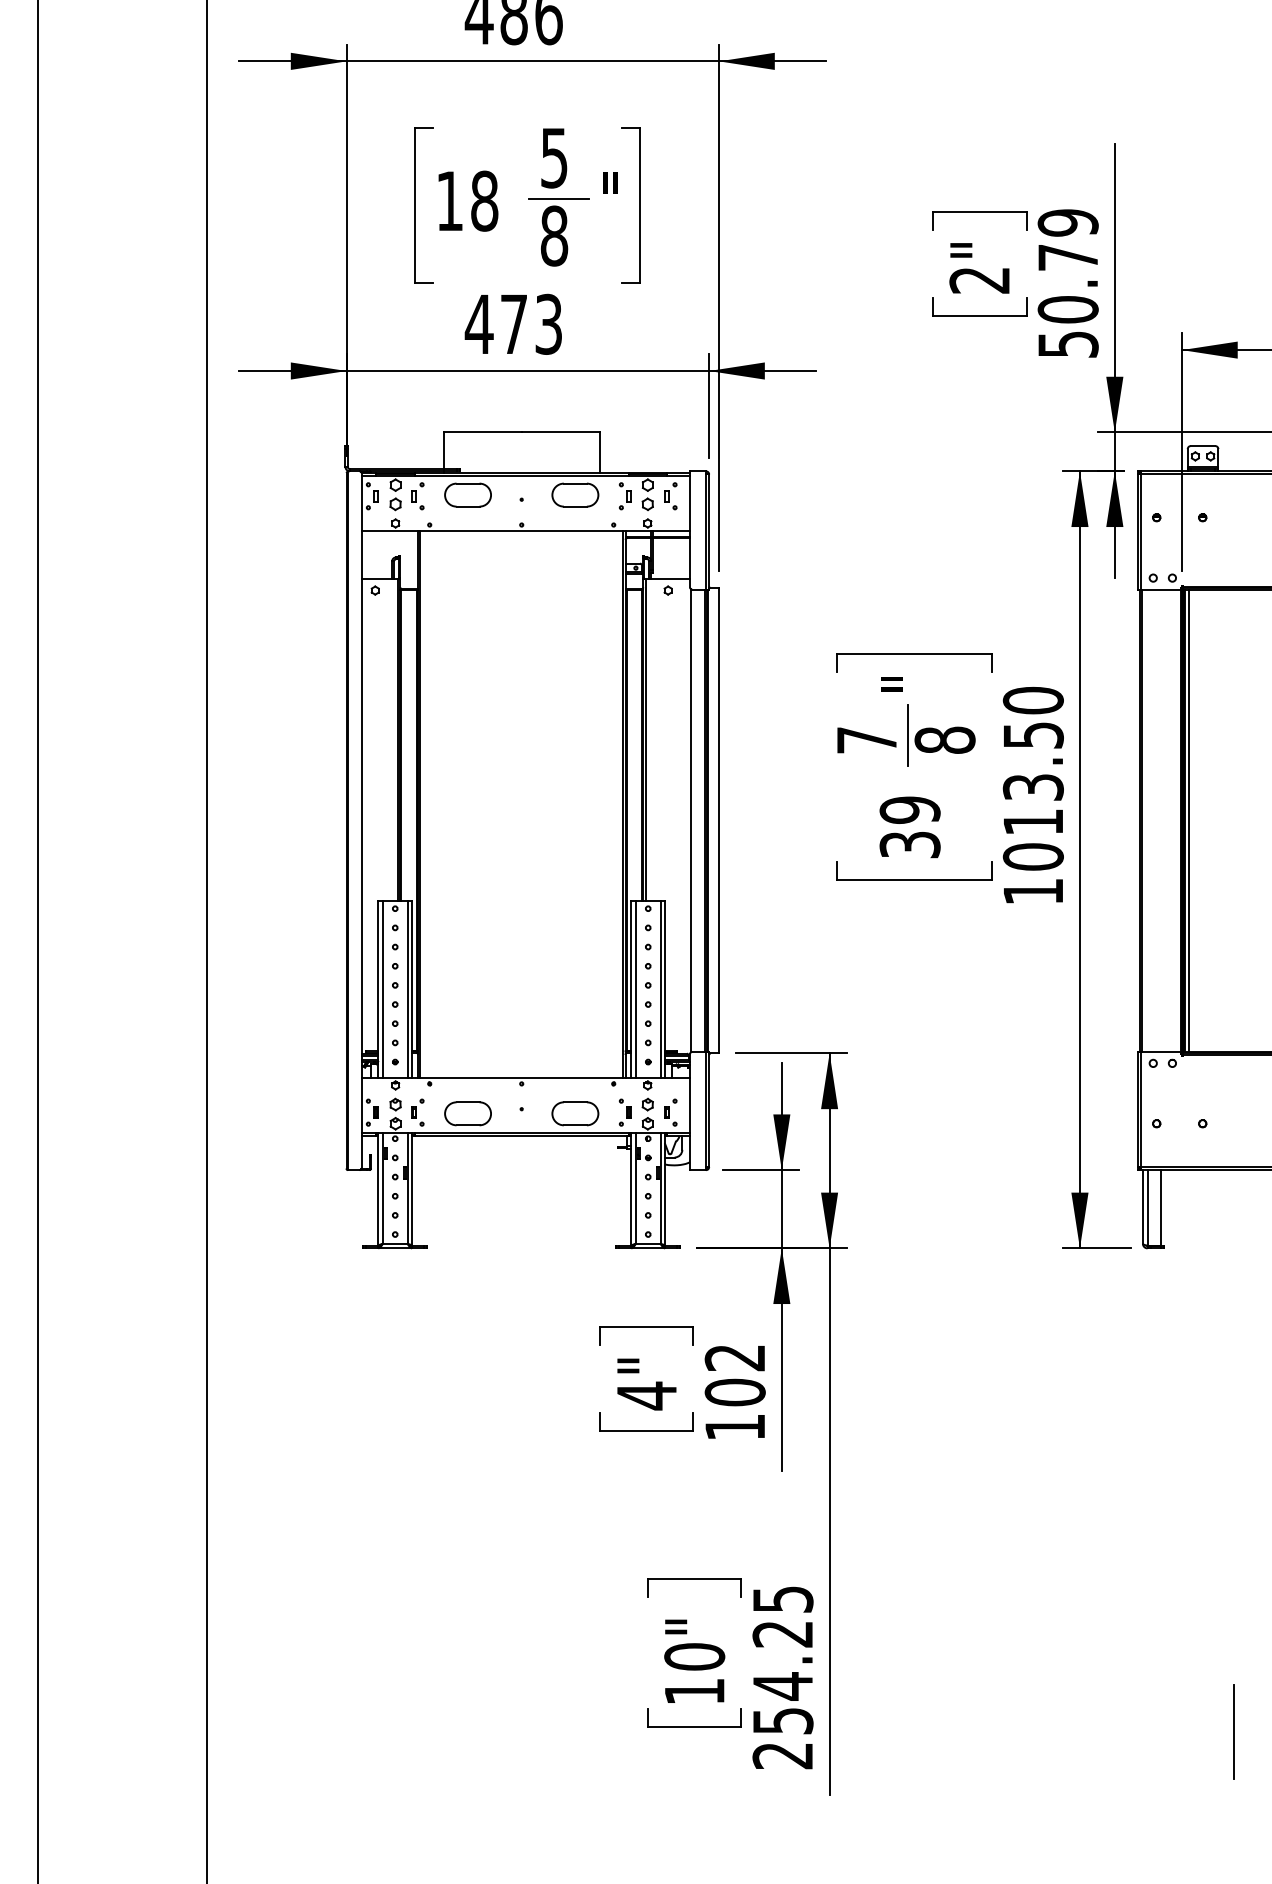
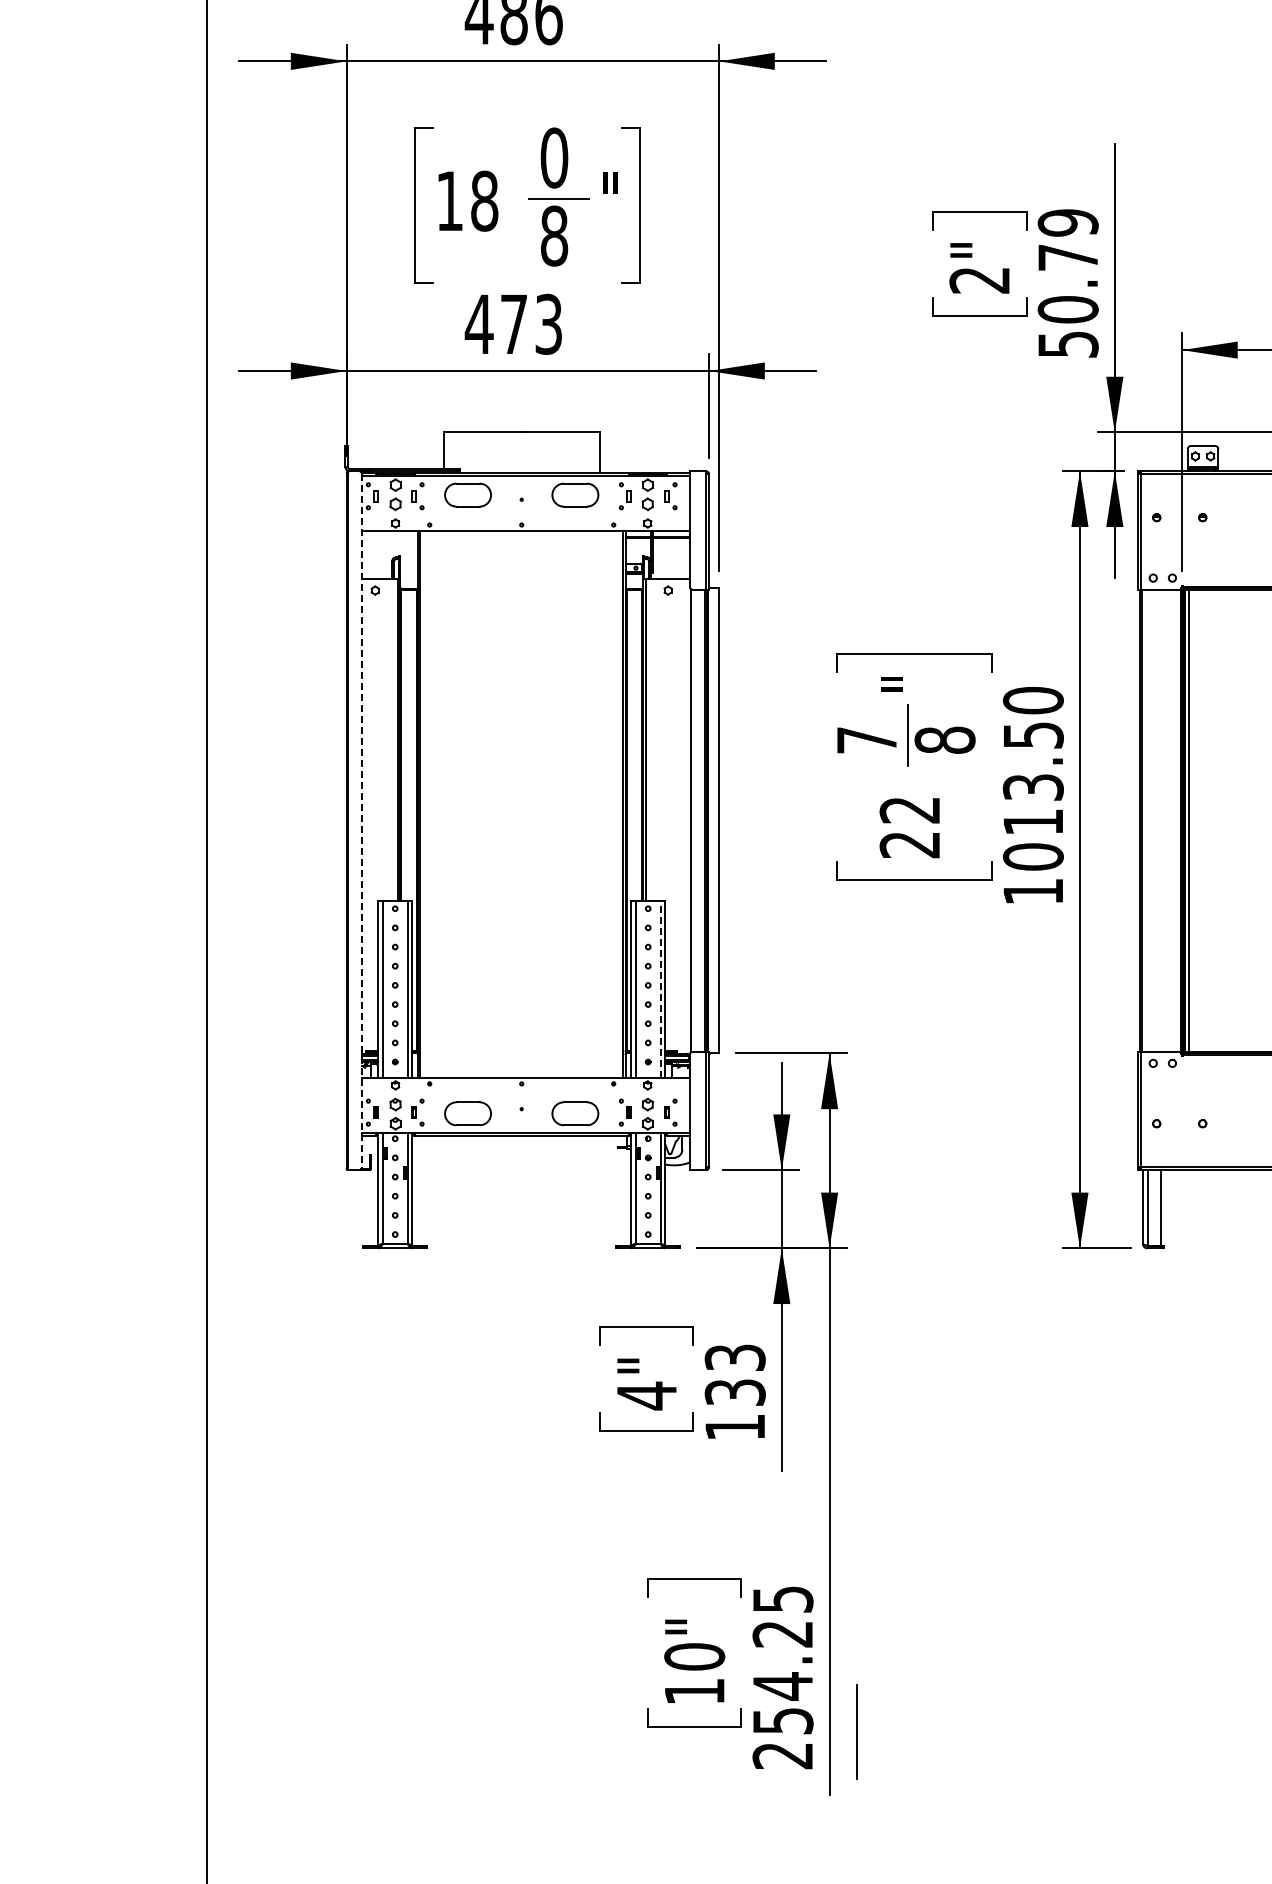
text at (554, 157): 5 -> 0
line at (361, 821): solid -> dashed
text at (909, 827): 39 -> 22
line at (38, 941): present -> none
line at (660, 988): solid -> dashed
text at (734, 1375): 102 -> 133
line at (1233, 1731) position: (1233, 1731) -> (856, 1731)
